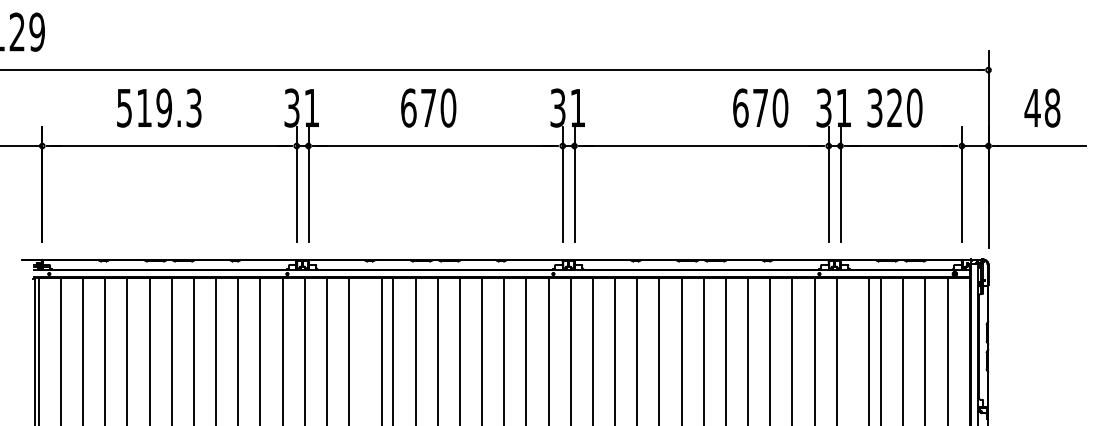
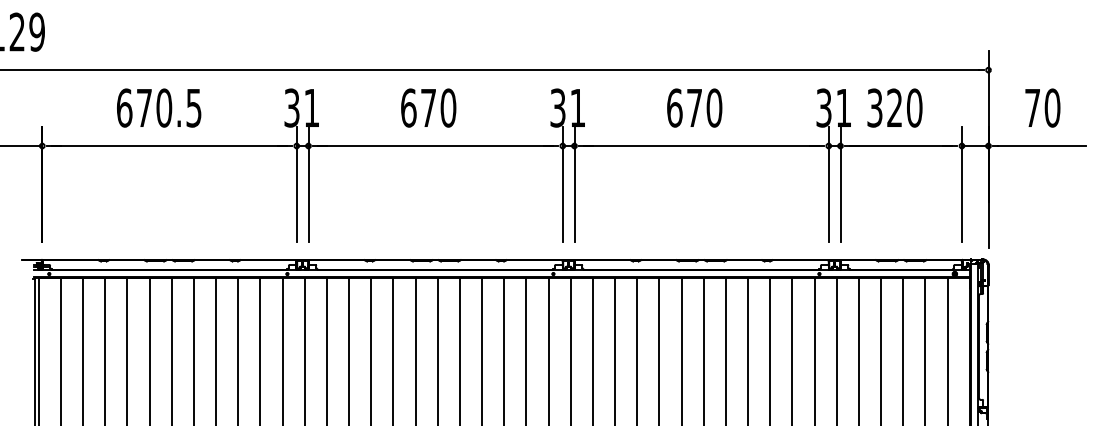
text at (159, 107): 519.3 -> 670.5
text at (760, 107) position: (760, 107) -> (694, 107)
text at (1042, 107): 48 -> 70
line at (382, 349) position: (382, 349) -> (371, 349)
line at (868, 349) position: (868, 349) -> (858, 349)
